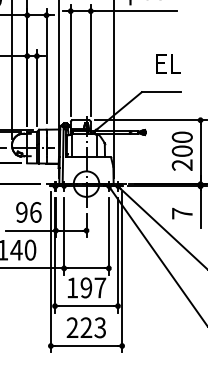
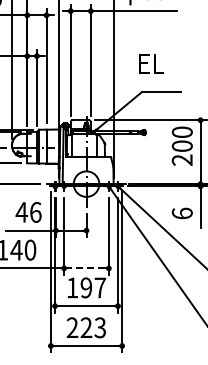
text at (168, 63) position: (168, 63) -> (151, 63)
text at (181, 150) position: (181, 150) -> (181, 145)
text at (21, 212): 96 -> 46
text at (181, 213): 7 -> 6
line at (86, 268): solid -> dashed
